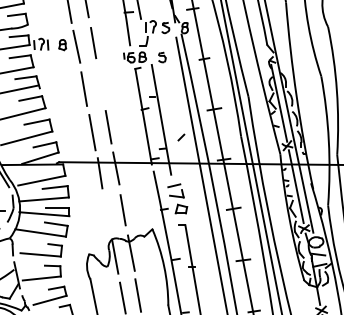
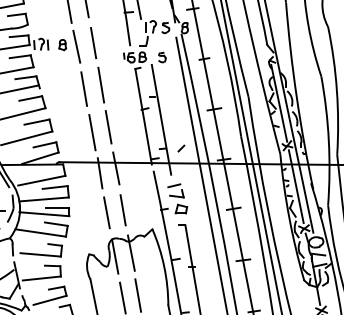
line at (101, 84): none -> present
line at (181, 137) position: (181, 137) -> (181, 148)
line at (106, 212): none -> present
